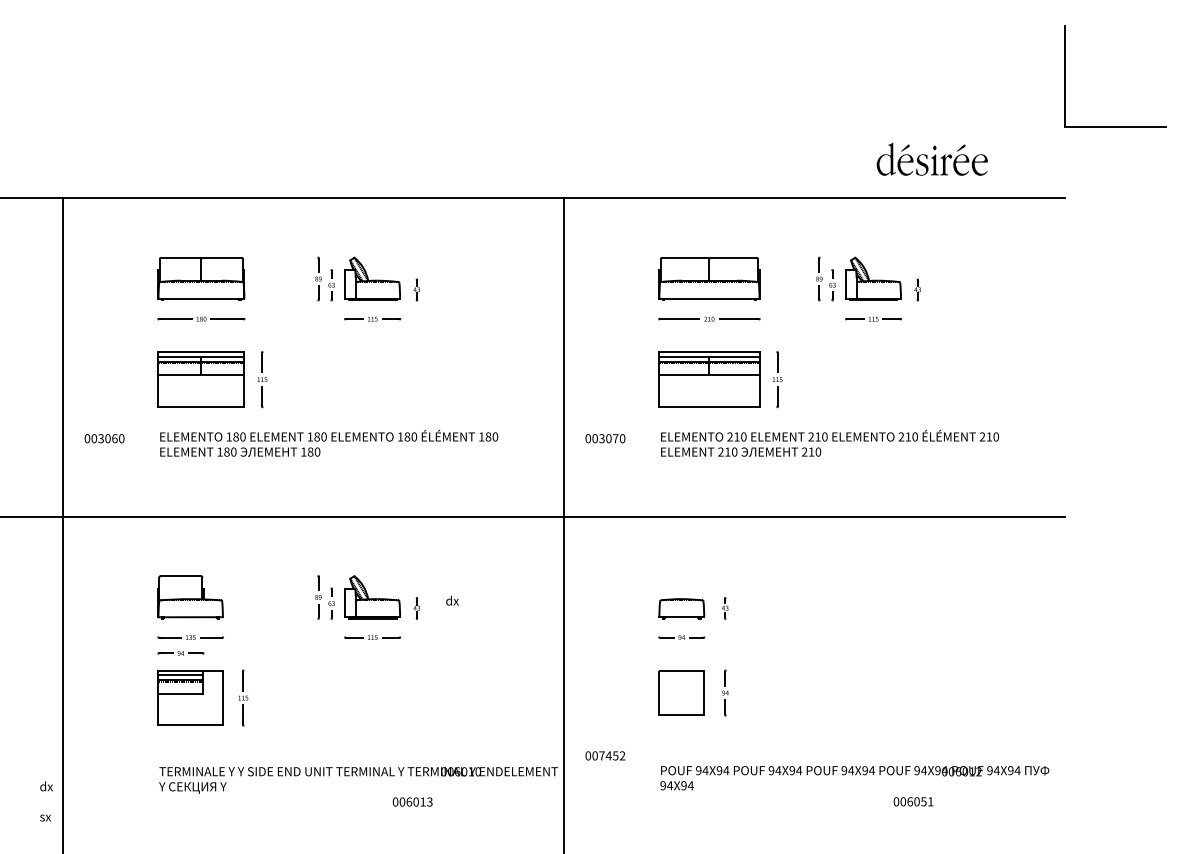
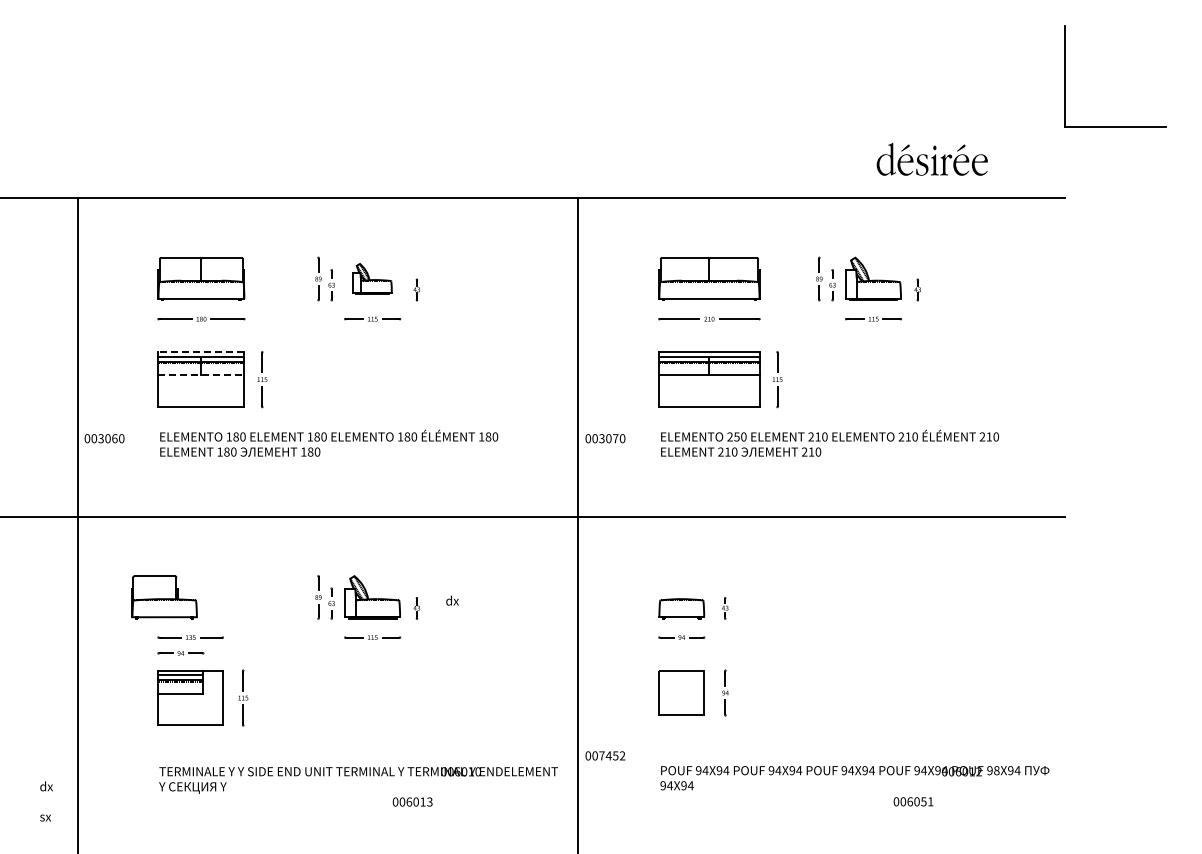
part at (372, 278) size: 57x45 px -> 41x32 px
line at (201, 352): solid -> dashed
line at (201, 375): solid -> dashed
text at (736, 436): 210 -> 250
line at (63, 524) position: (63, 524) -> (78, 524)
line at (563, 524) position: (563, 524) -> (577, 524)
part at (190, 597) position: (190, 597) -> (164, 597)
text at (996, 770): 94X94 -> 98X94
